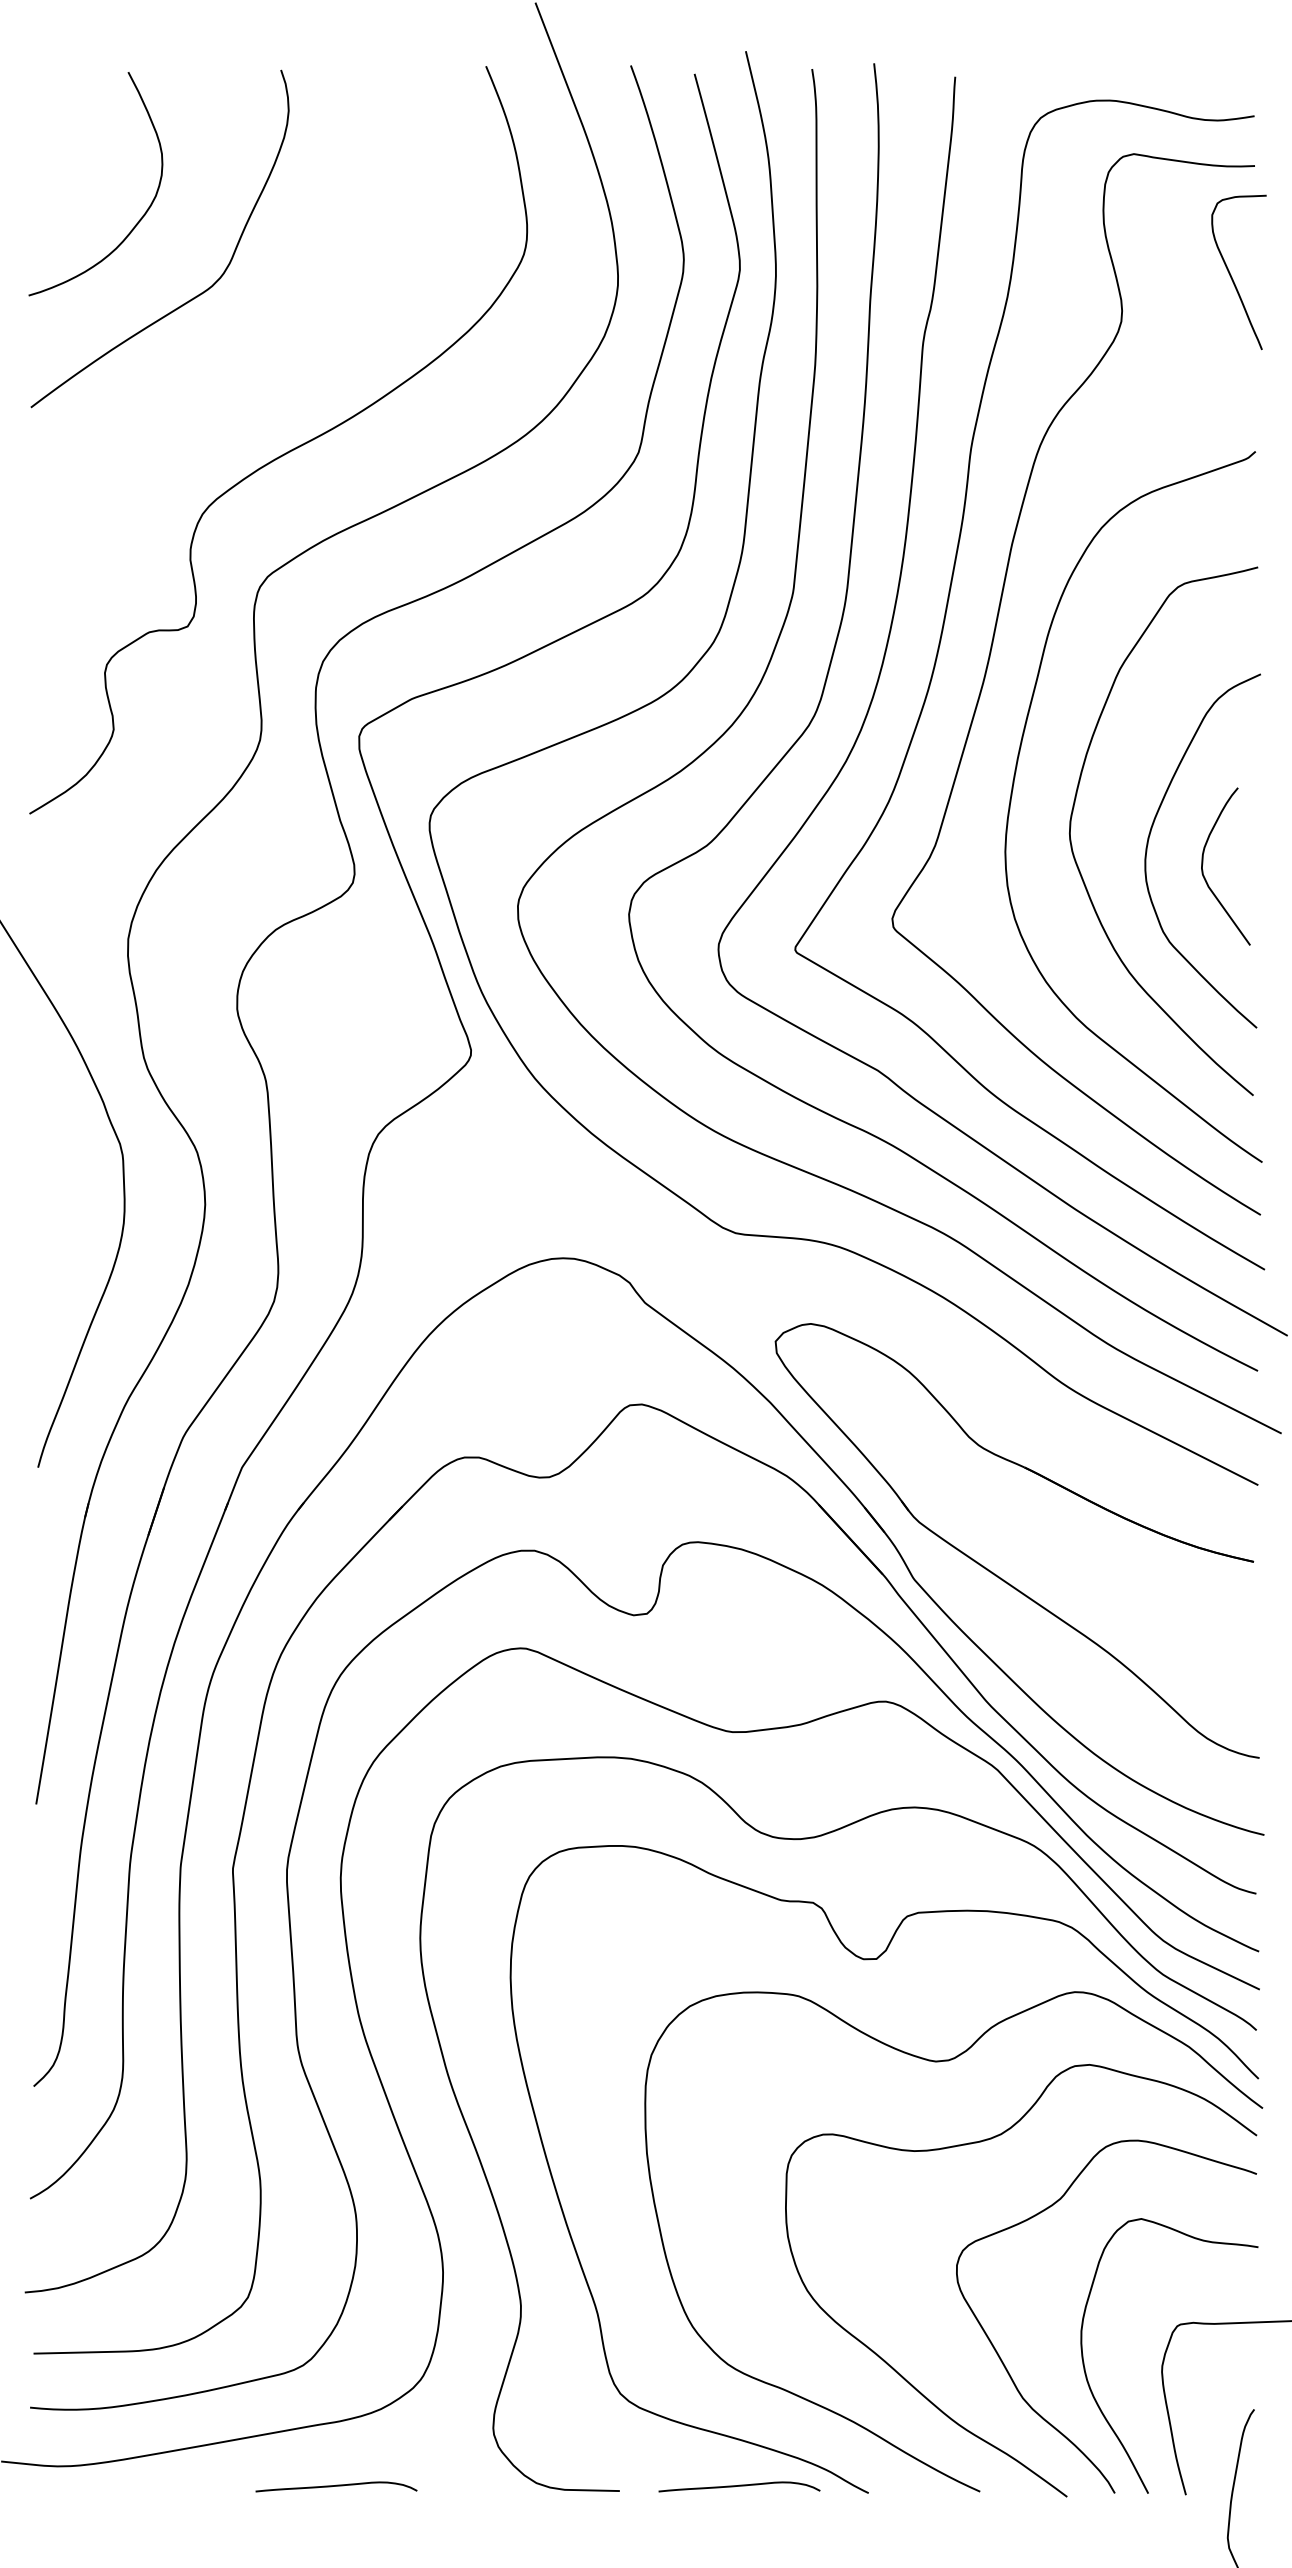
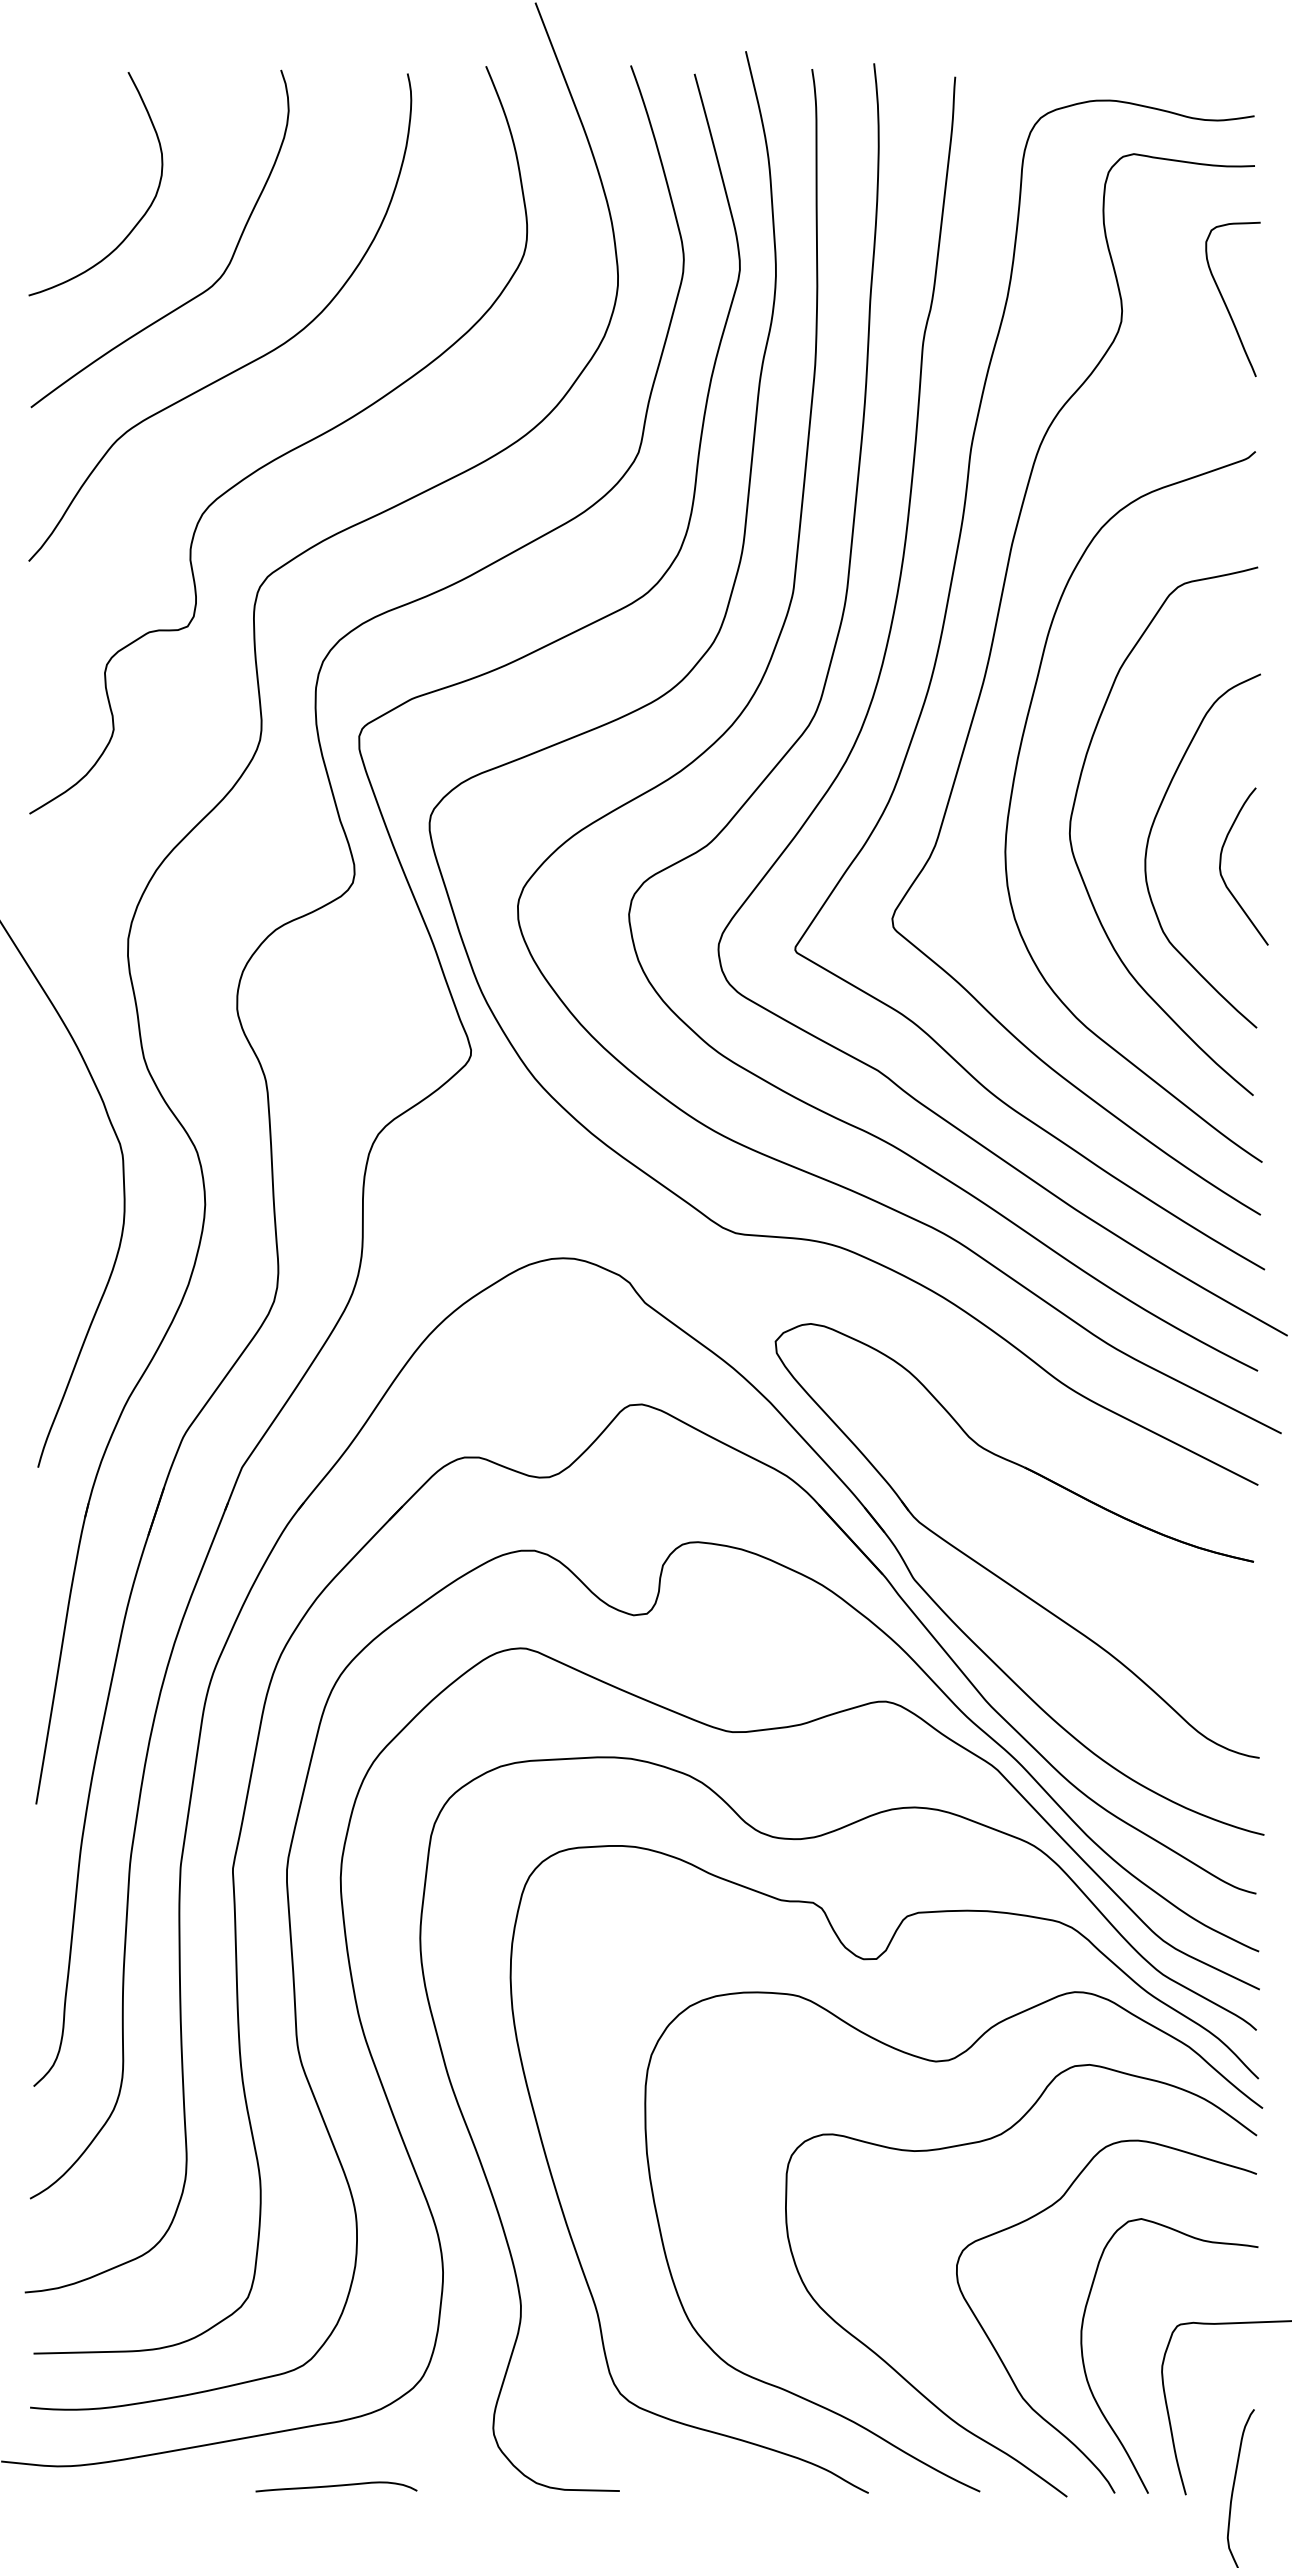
curve at (1231, 274) position: (1231, 274) -> (1225, 301)
curve at (243, 365): none -> present
curve at (1203, 864) position: (1203, 864) -> (1221, 864)
curve at (739, 2486): present -> none
